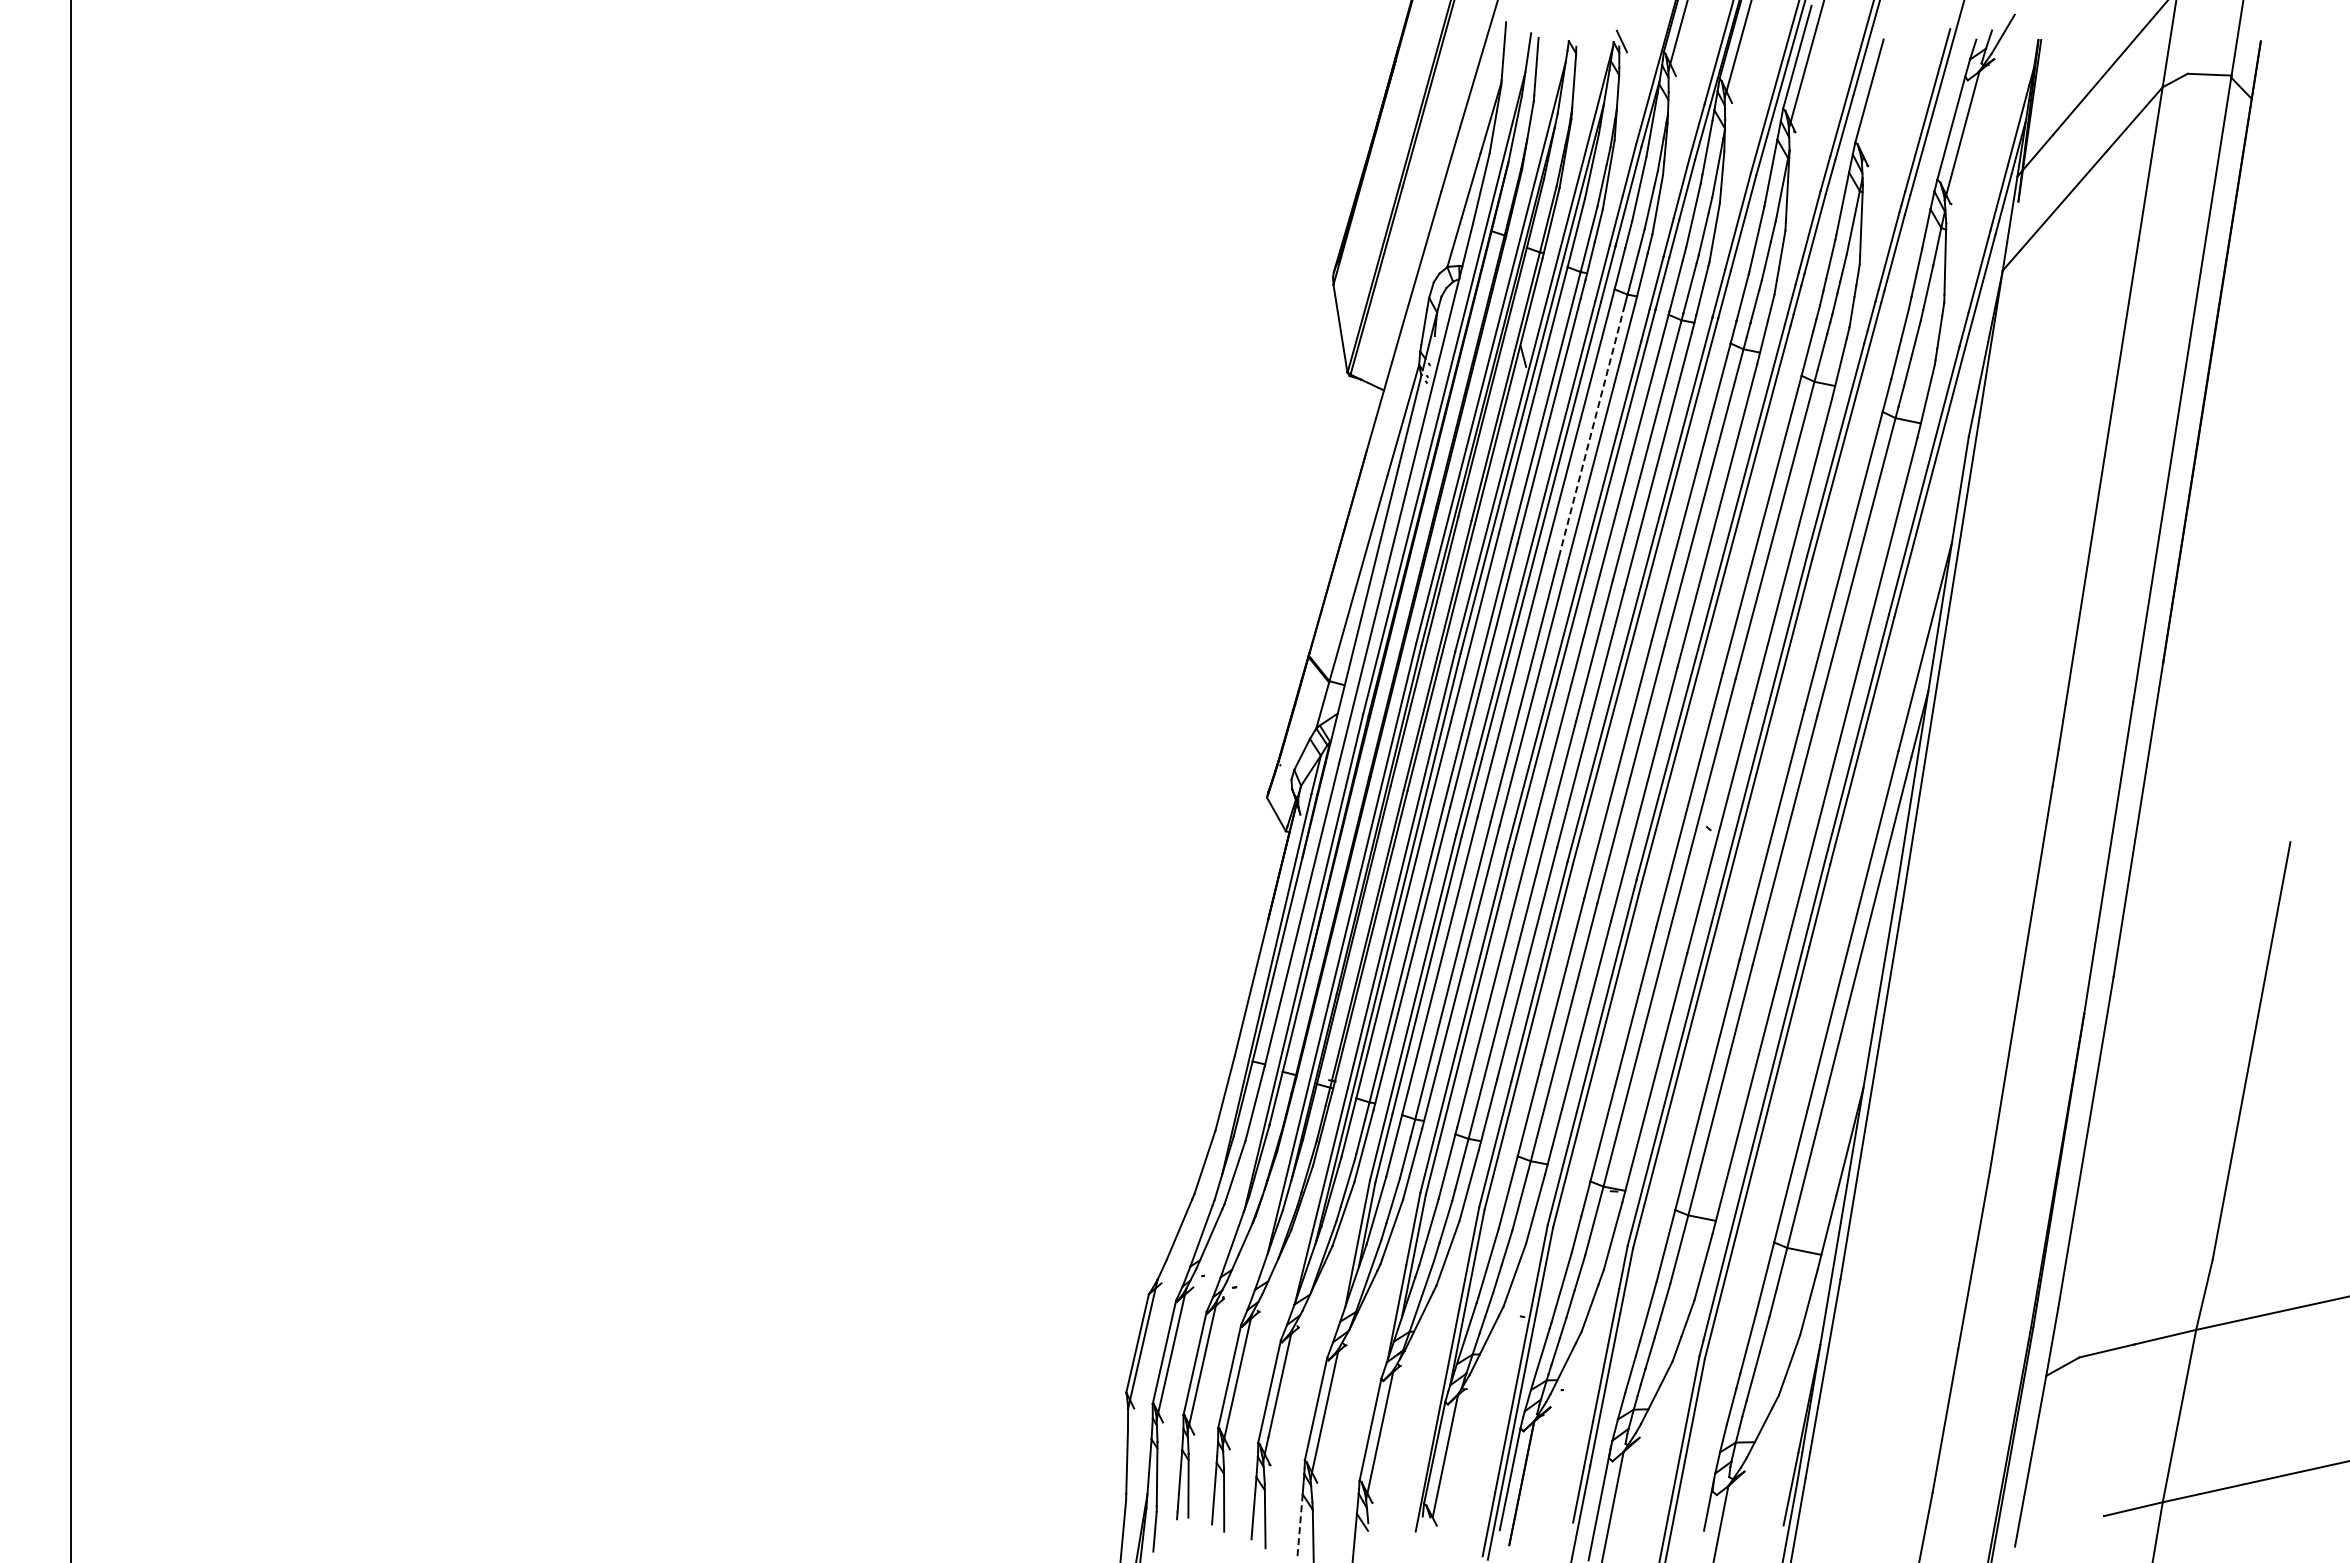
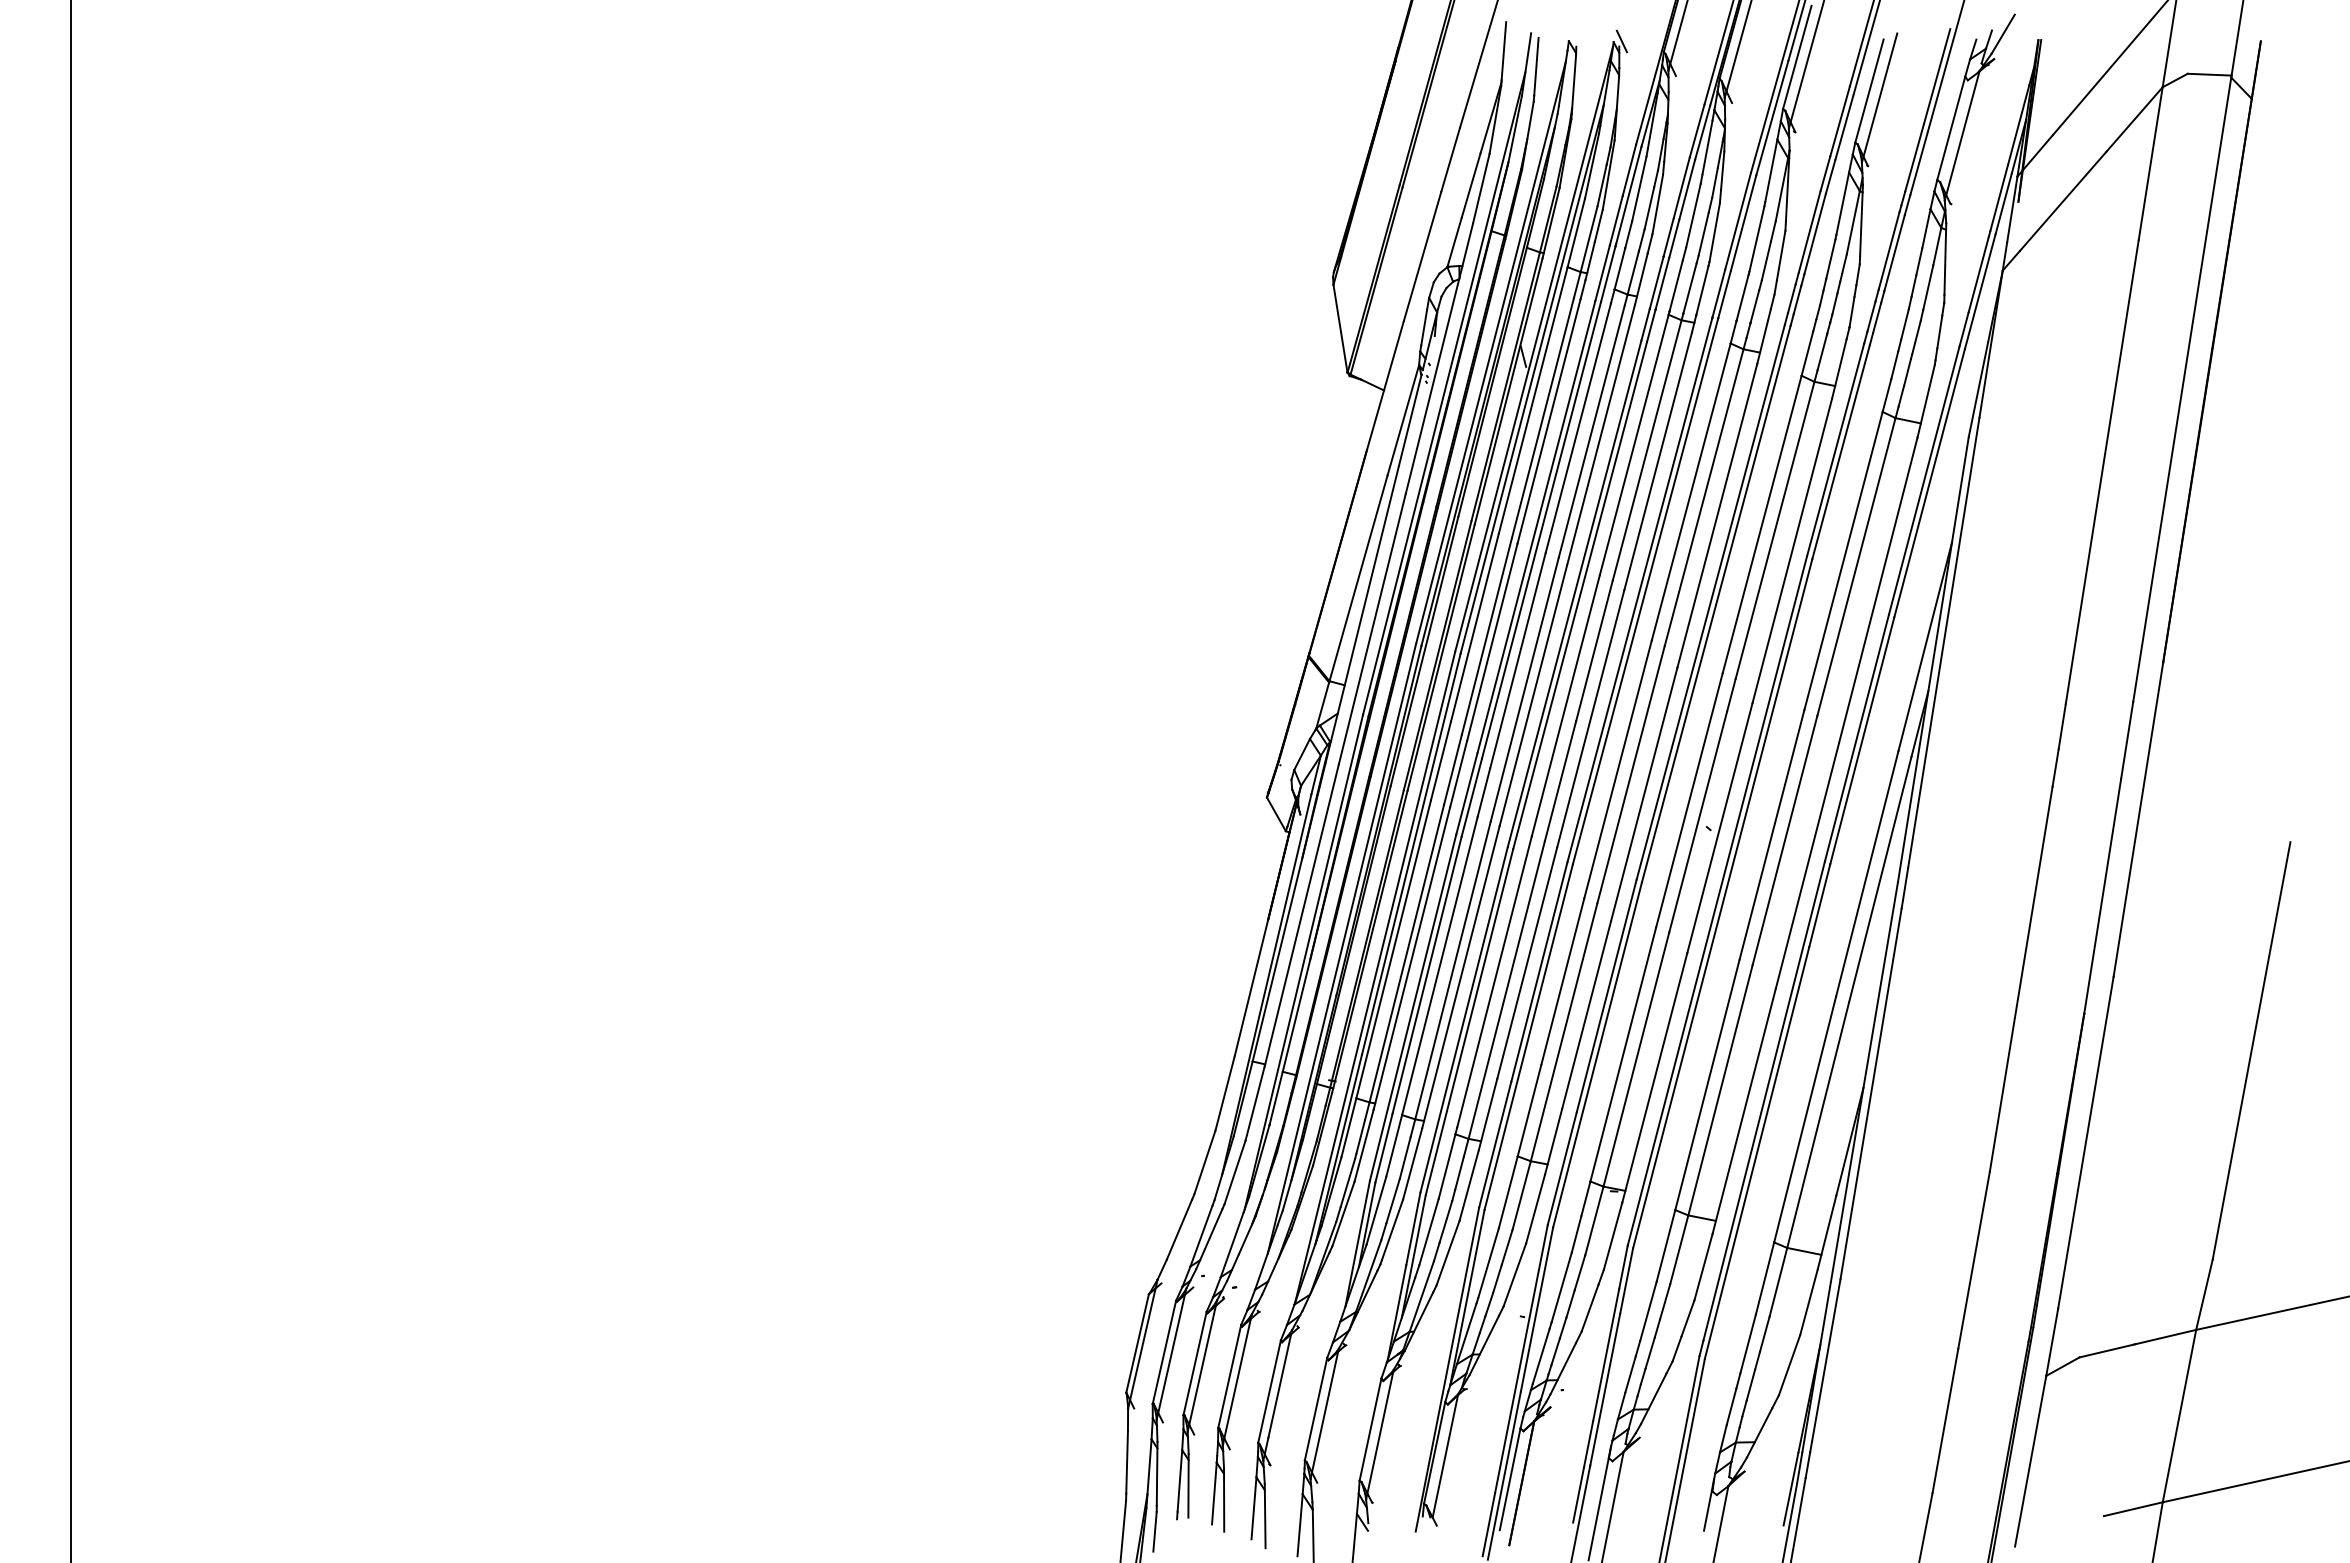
line at (1880, 94): none -> present
line at (1591, 431): dashed -> solid
line at (1300, 1525): dashed -> solid
